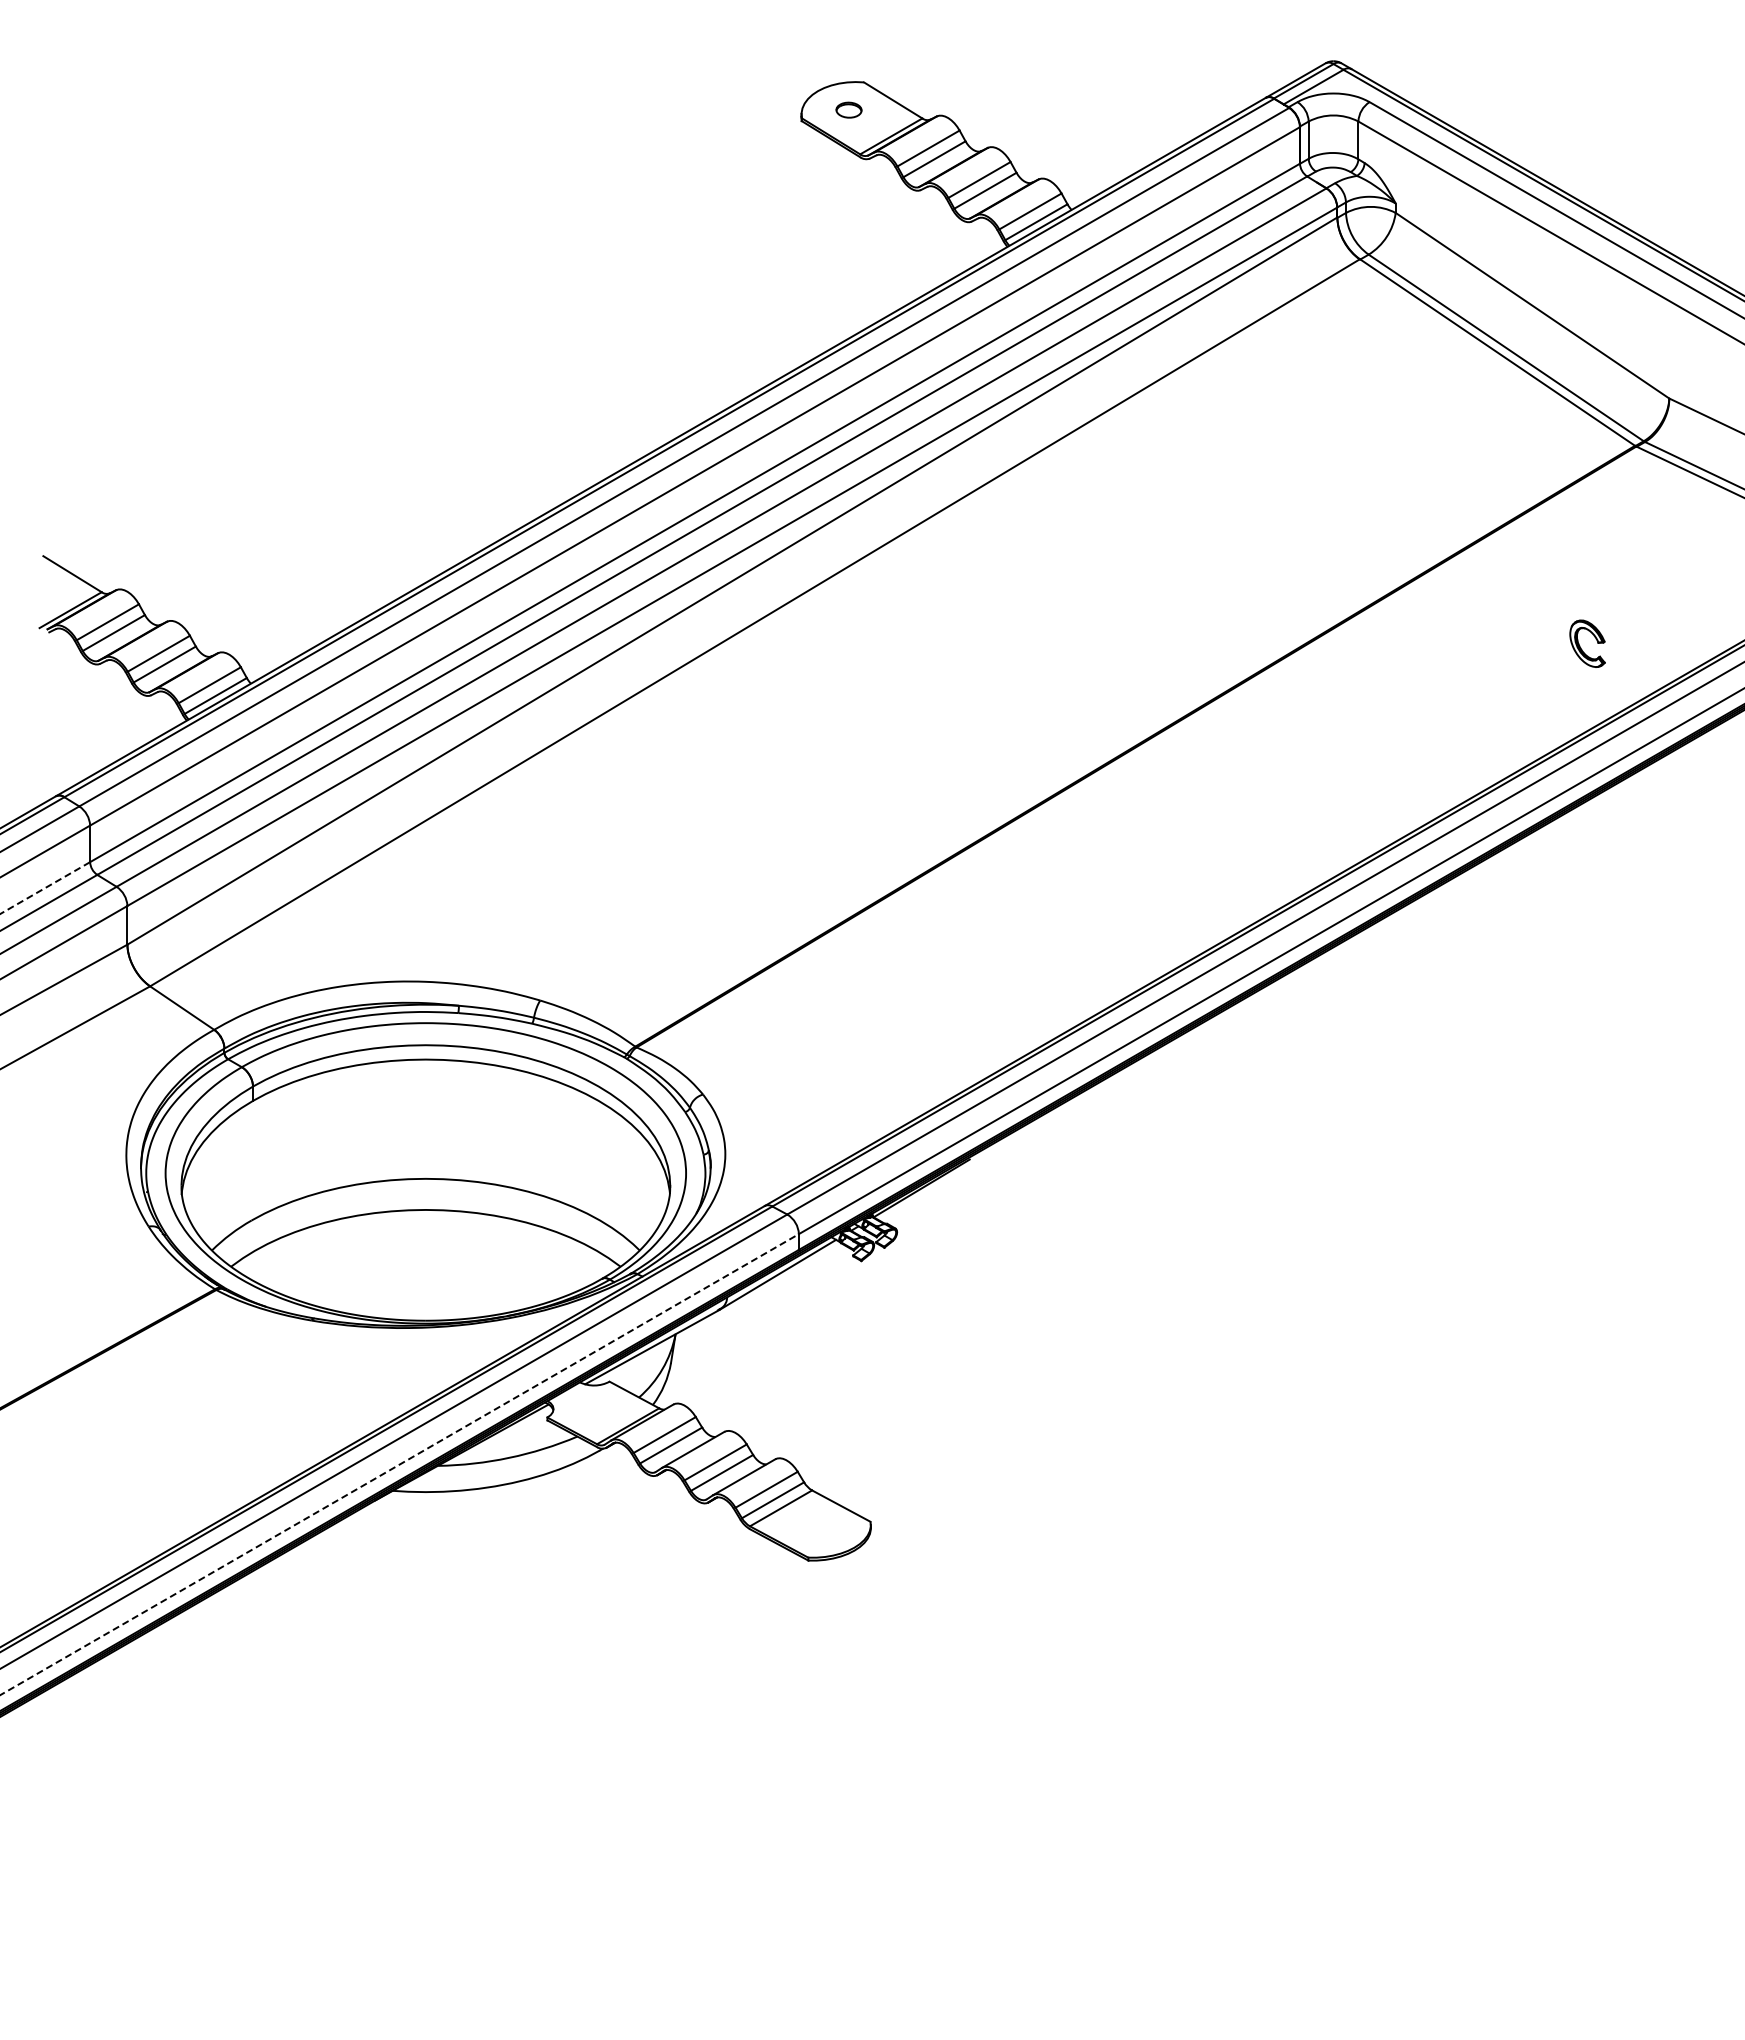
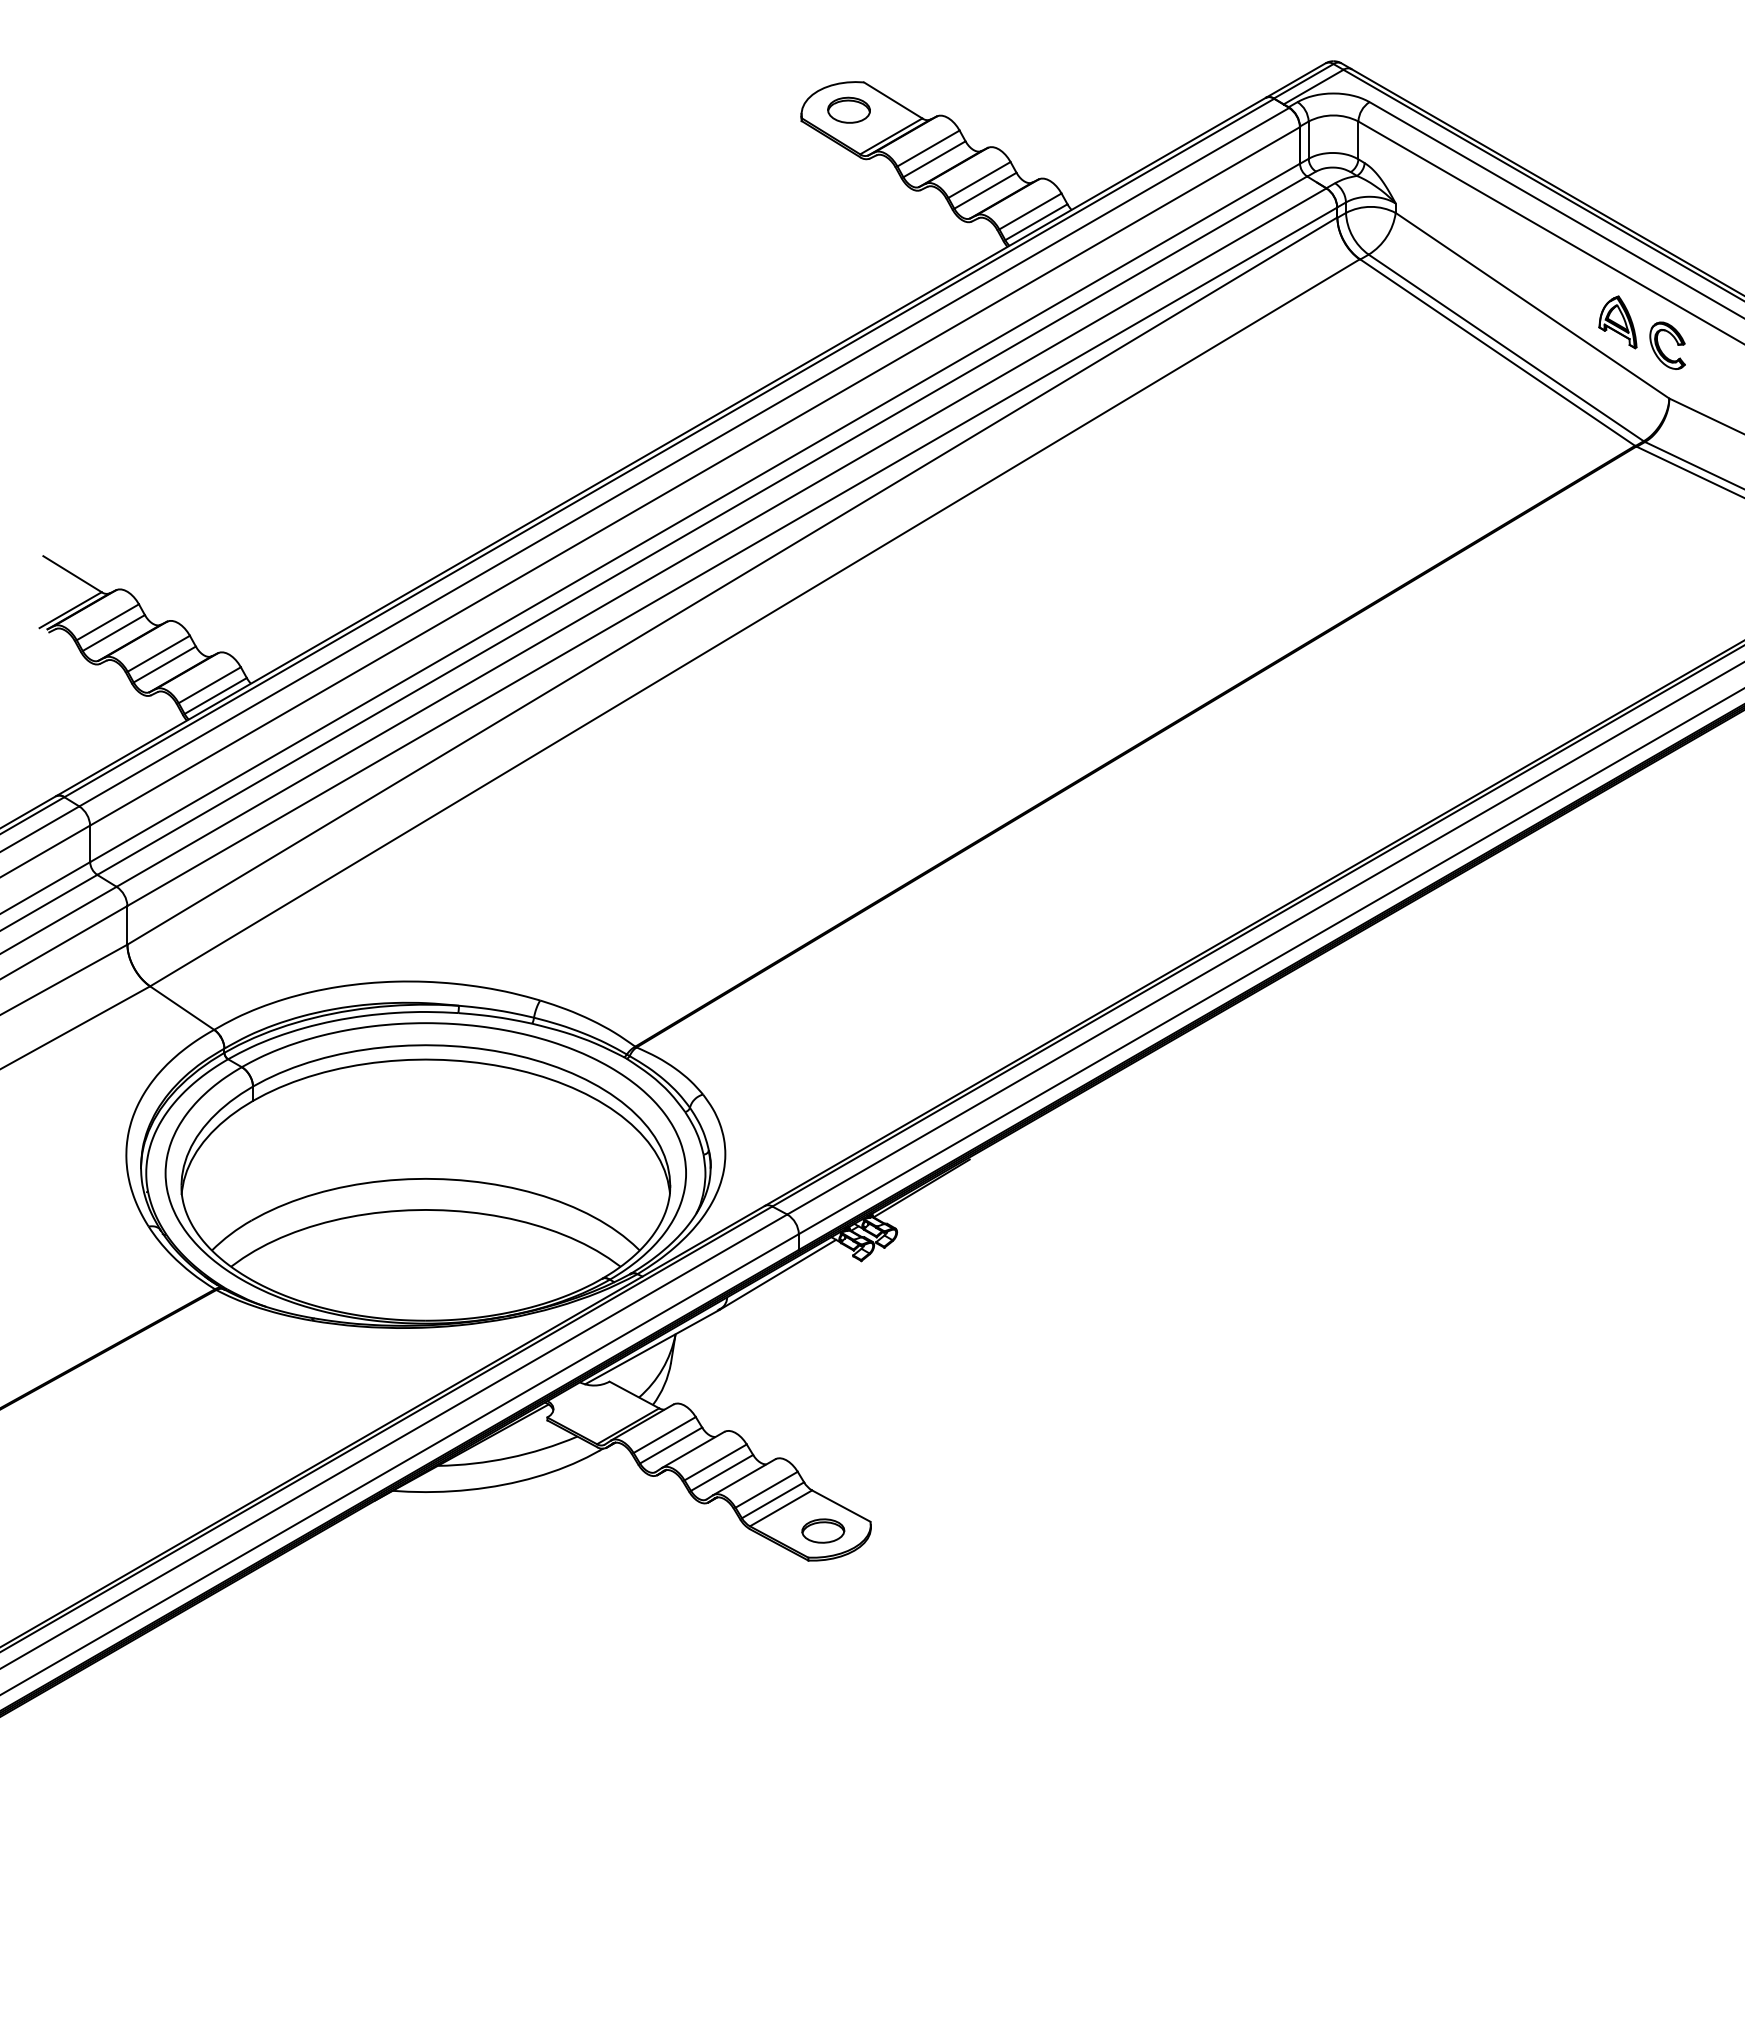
part at (848, 109) size: 28x18 px -> 44x28 px
part at (1617, 322): none -> present
part at (1581, 647) position: (1581, 647) -> (1661, 349)
line at (45, 888): dashed -> solid
line at (399, 1464): dashed -> solid
part at (823, 1530): none -> present
